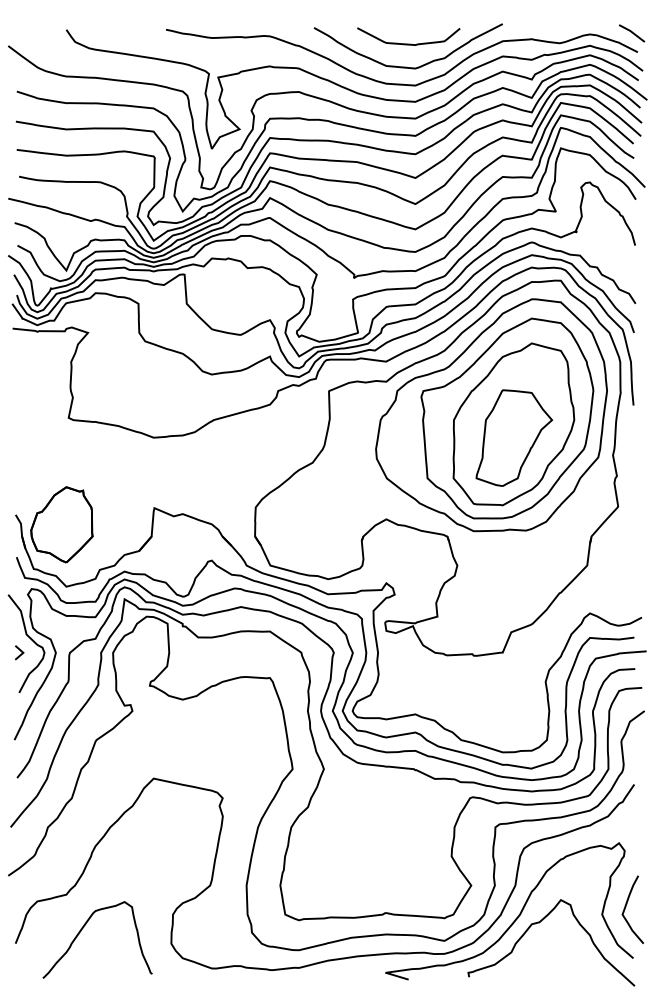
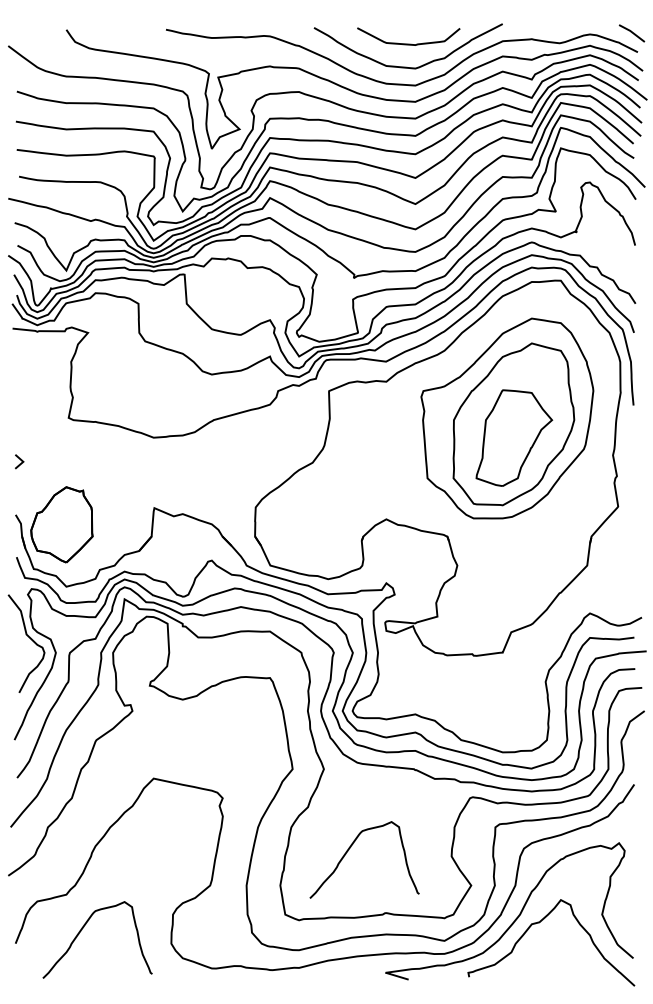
part at (491, 415): present -> none
line at (20, 651) position: (20, 651) -> (20, 460)
curve at (351, 847): none -> present
curve at (626, 907): present -> none
